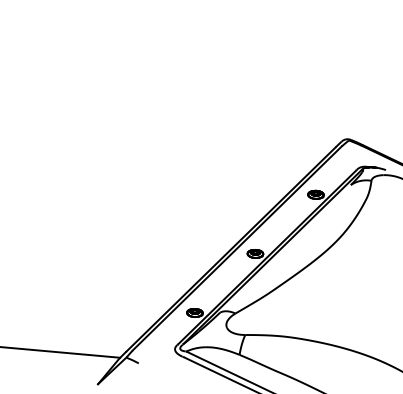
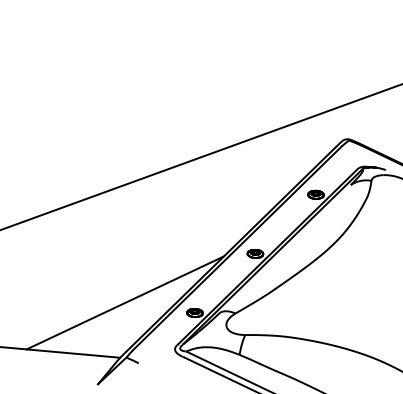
line at (200, 157): none -> present
line at (124, 302): none -> present
